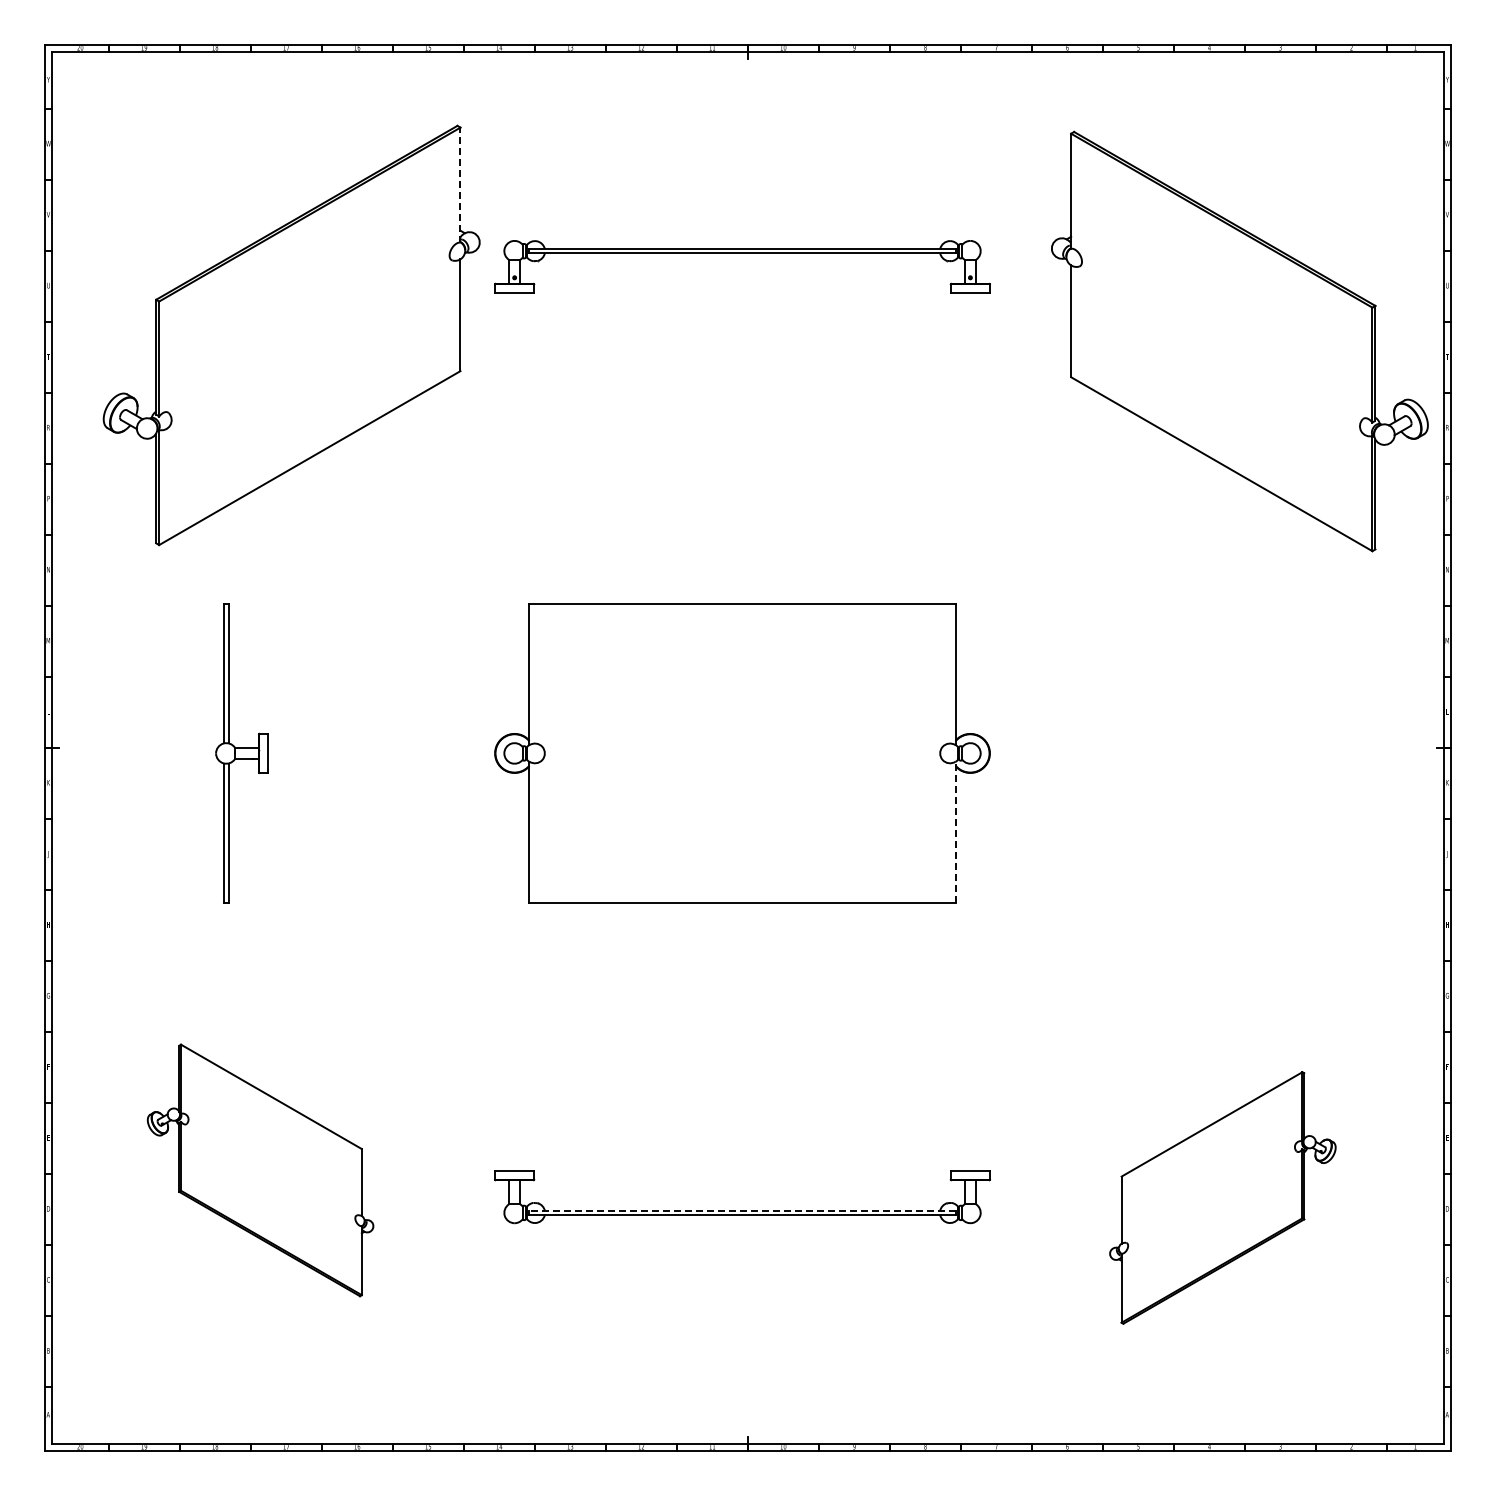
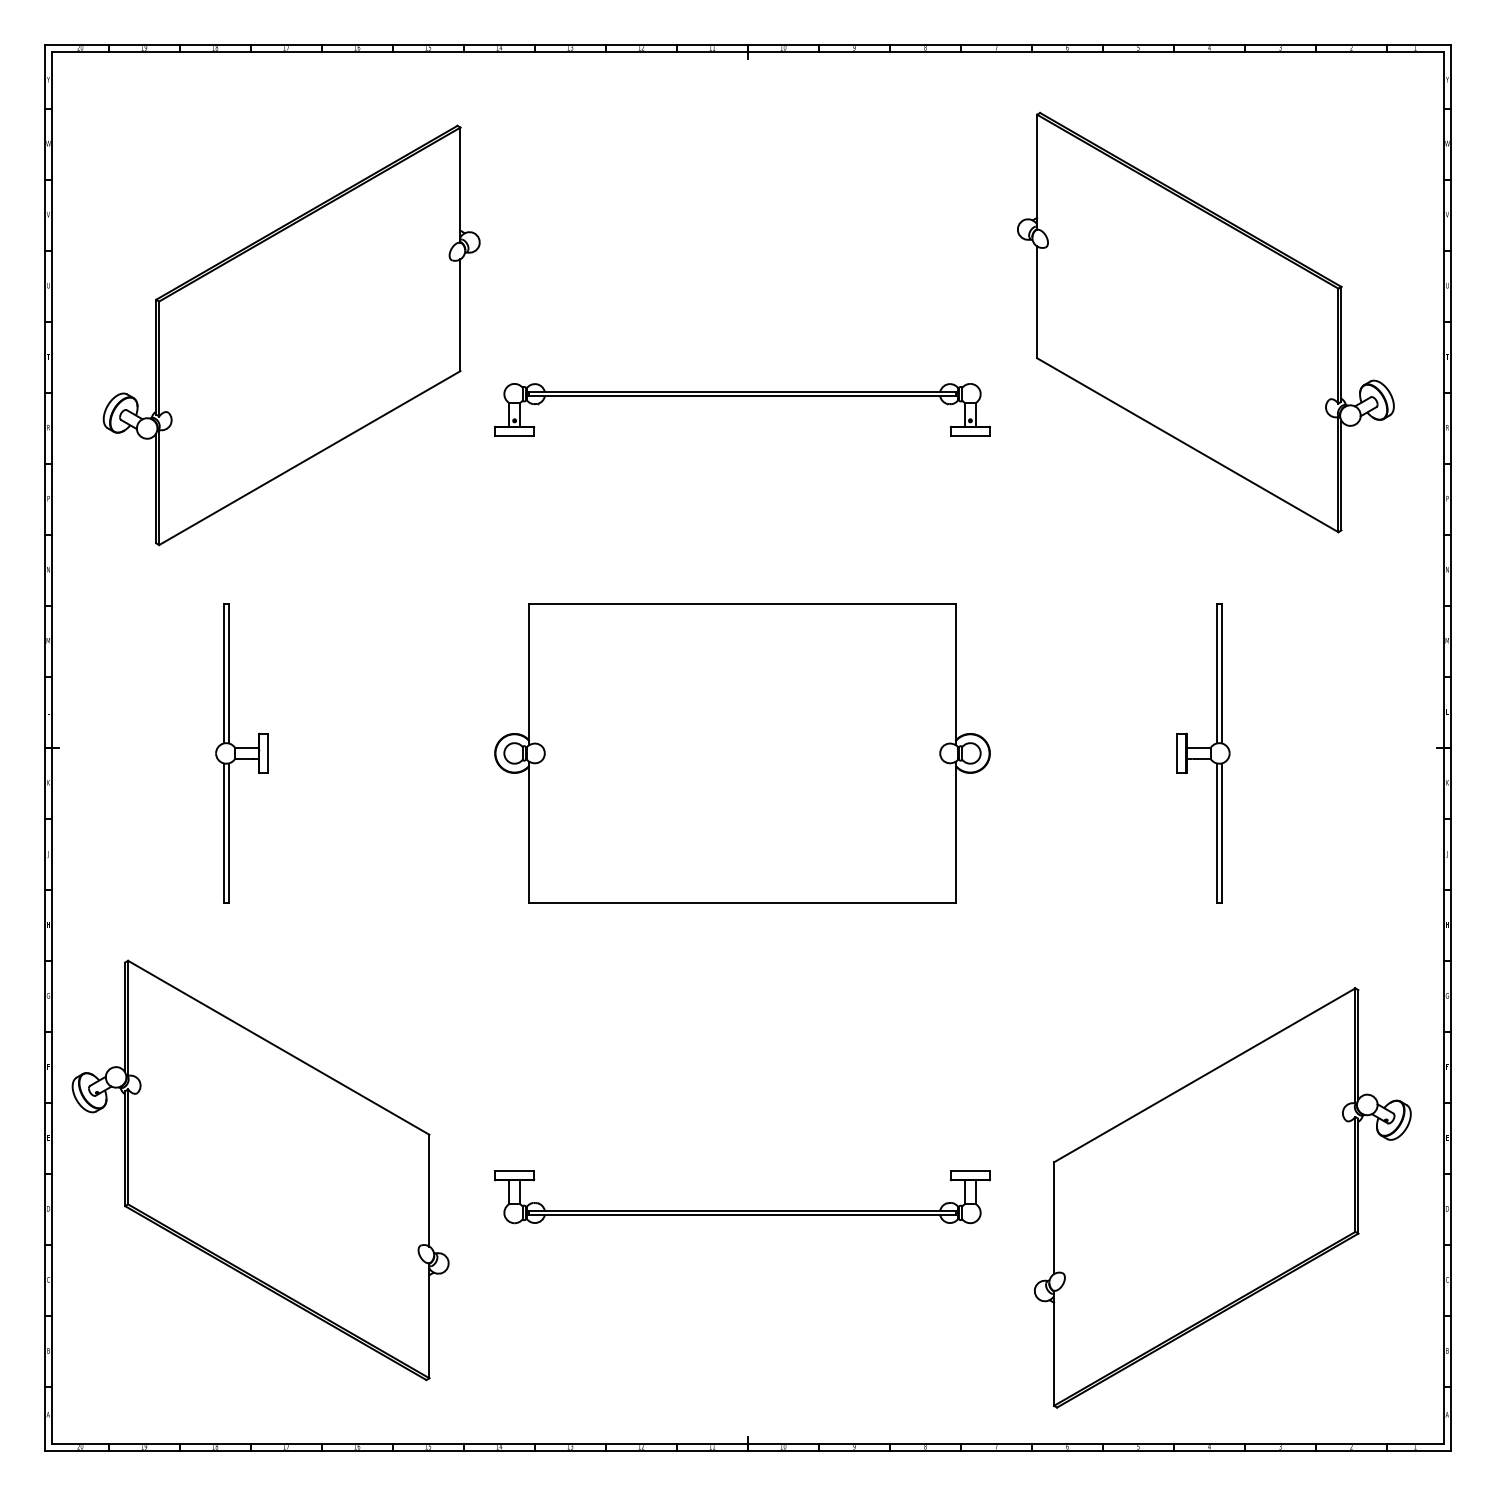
line at (460, 185): dashed -> solid
part at (742, 253) position: (742, 253) -> (742, 396)
part at (1239, 341) position: (1239, 341) -> (1205, 322)
part at (1203, 753): none -> present
line at (955, 831): dashed -> solid
part at (260, 1170) size: 229x255 px -> 379x423 px
part at (1222, 1197) size: 228x254 px -> 378x422 px
line at (742, 1210): dashed -> solid
